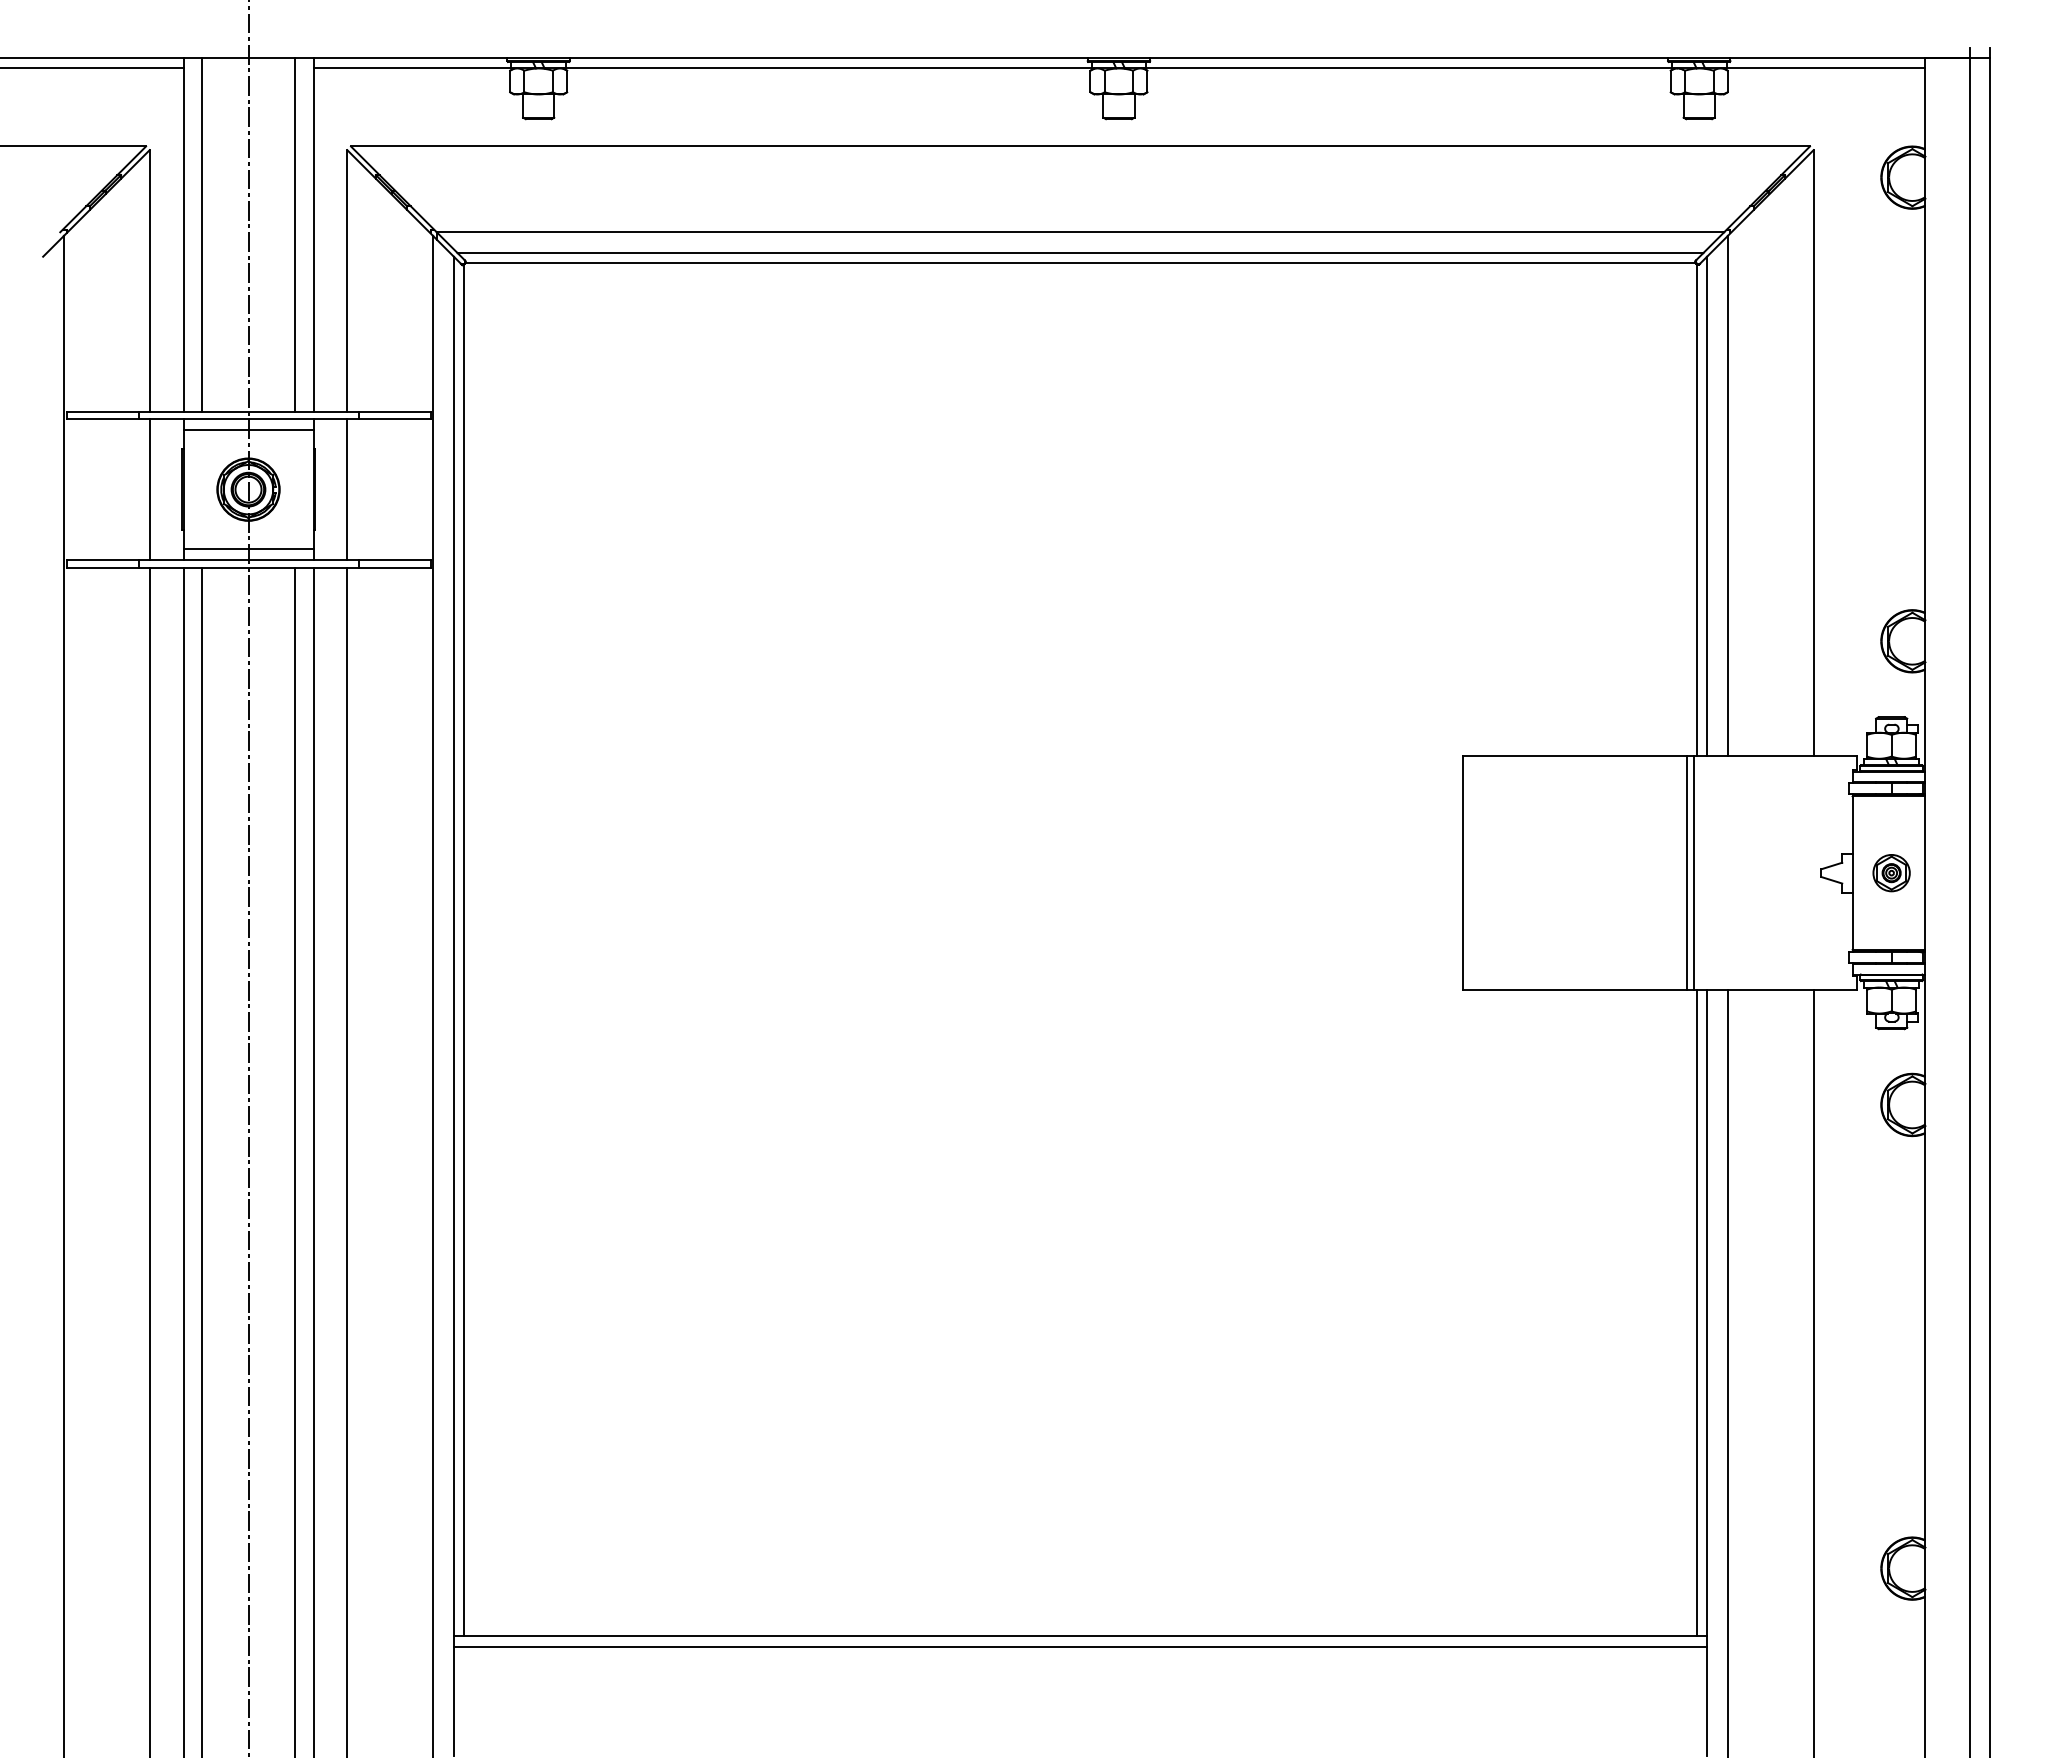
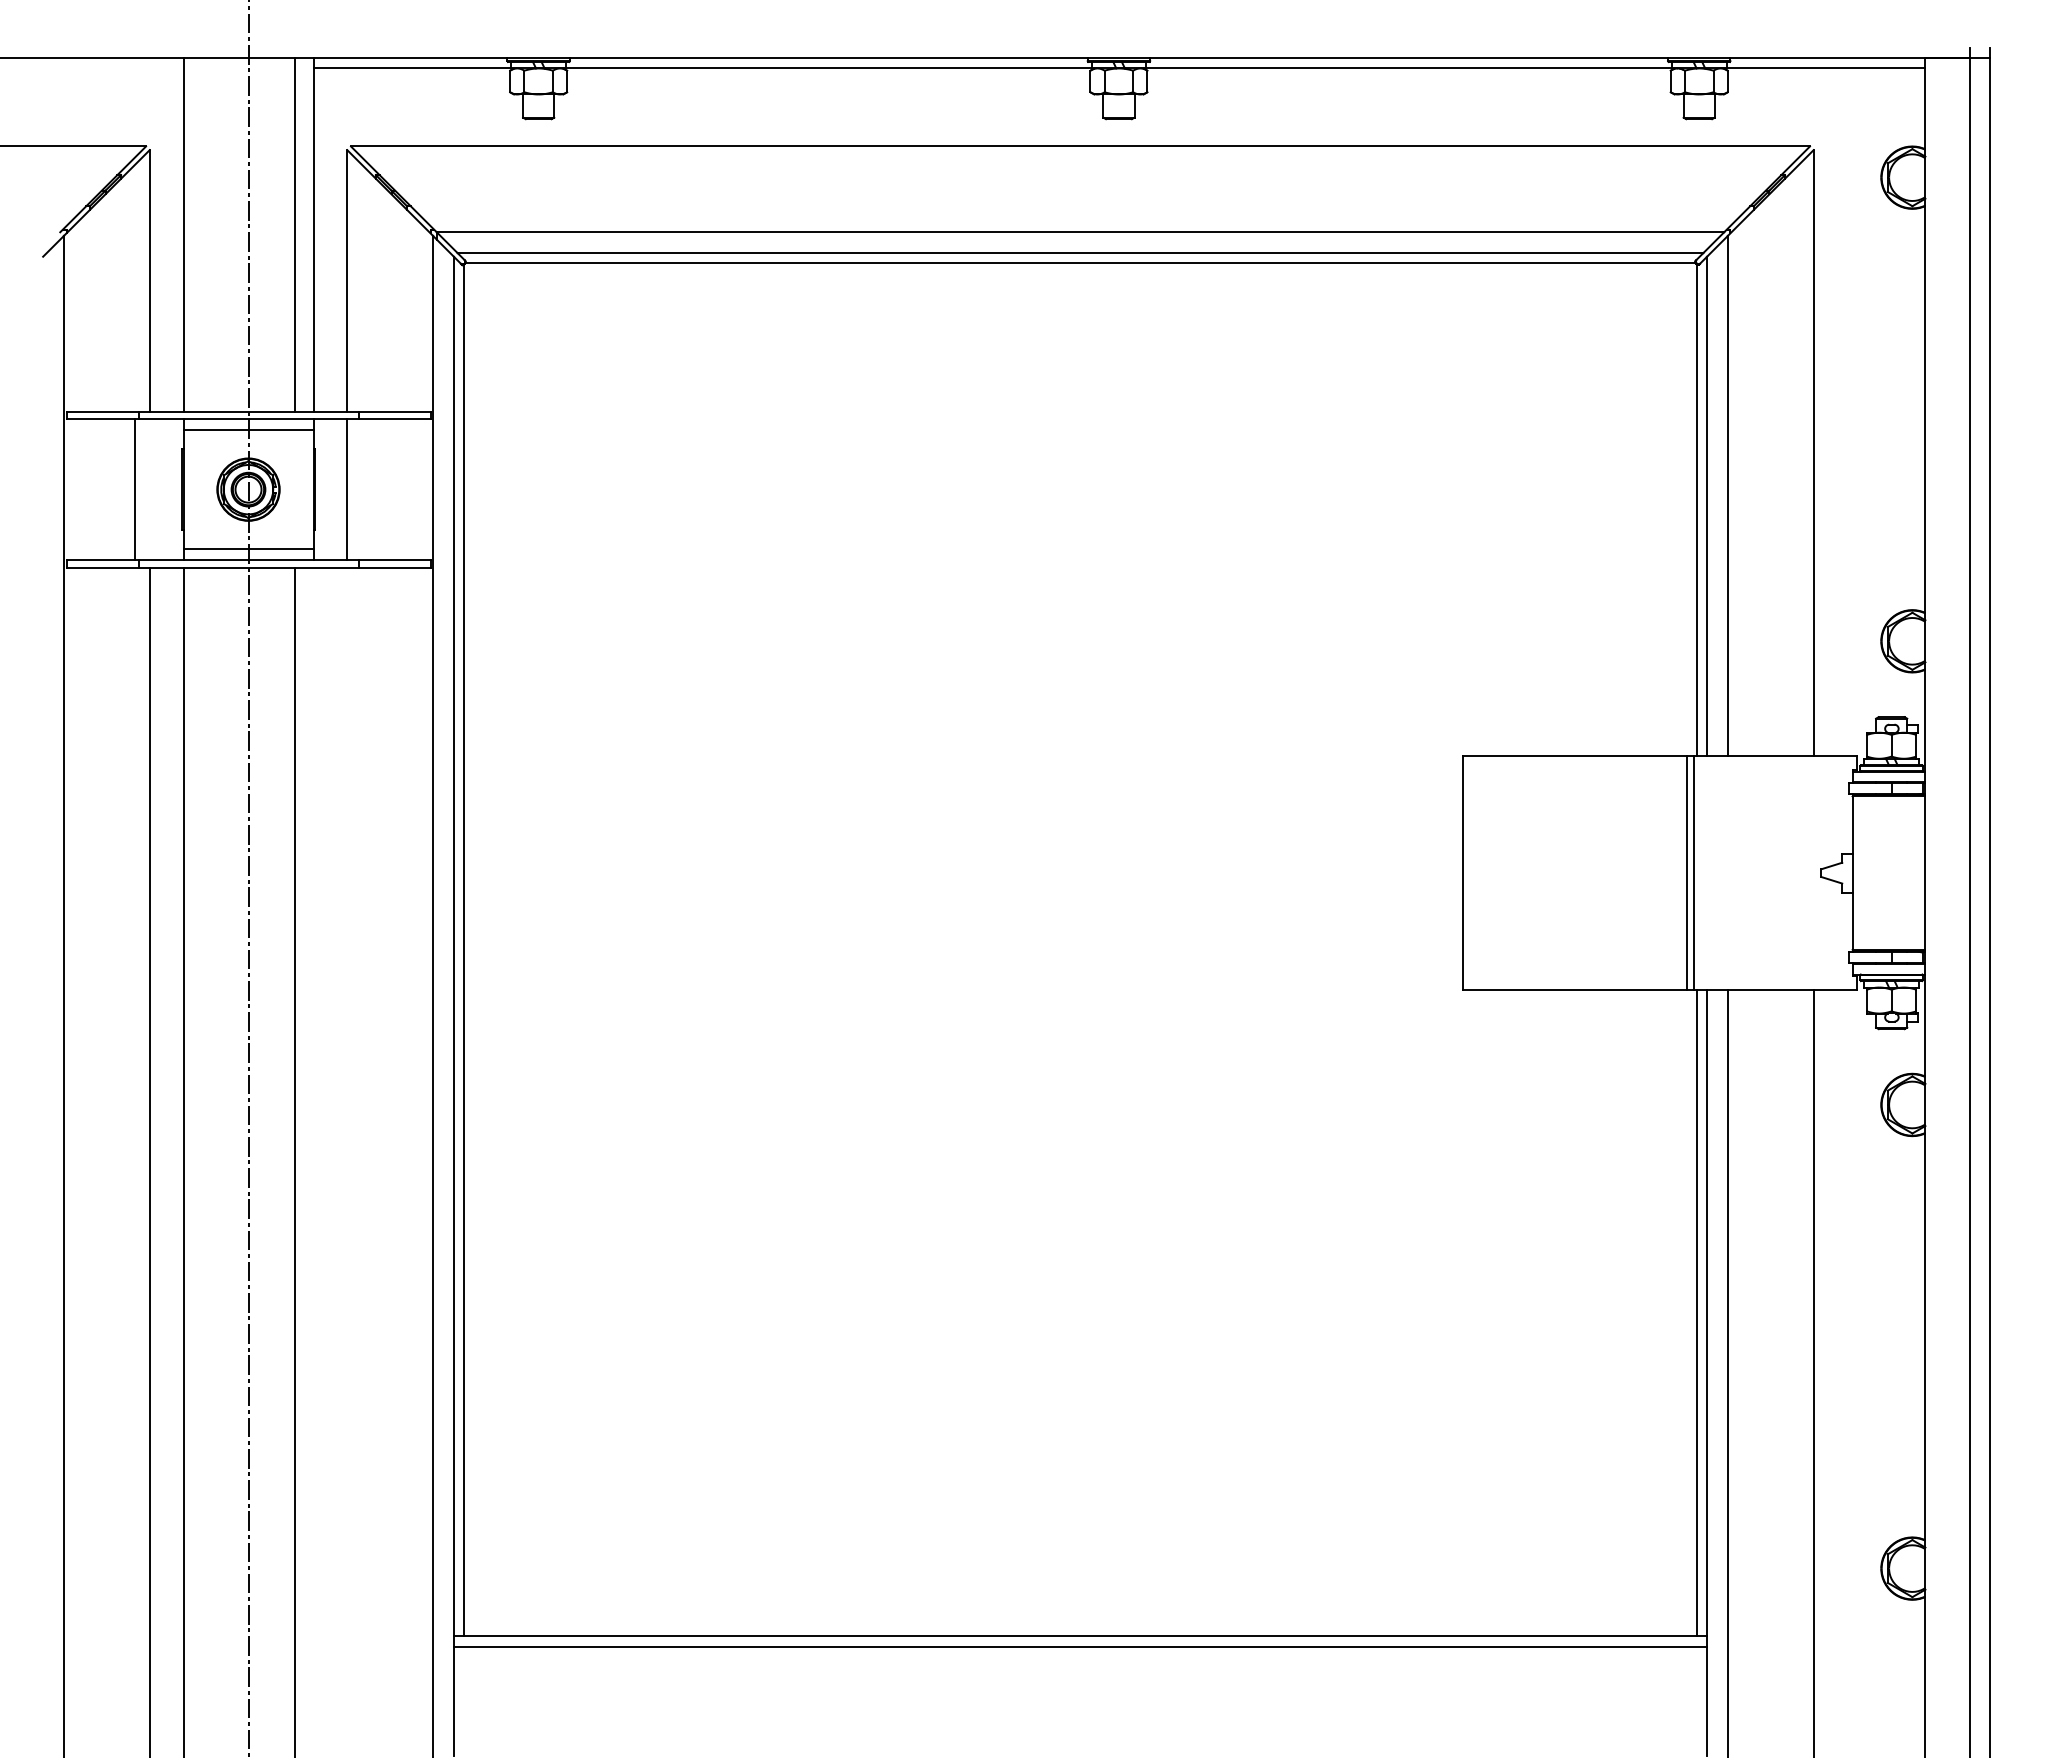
line at (92, 68): present -> none
line at (201, 234): present -> none
line at (149, 489) position: (149, 489) -> (134, 489)
part at (1891, 873): present -> none
line at (201, 1160): present -> none
line at (313, 1160): present -> none
line at (347, 1160): present -> none
